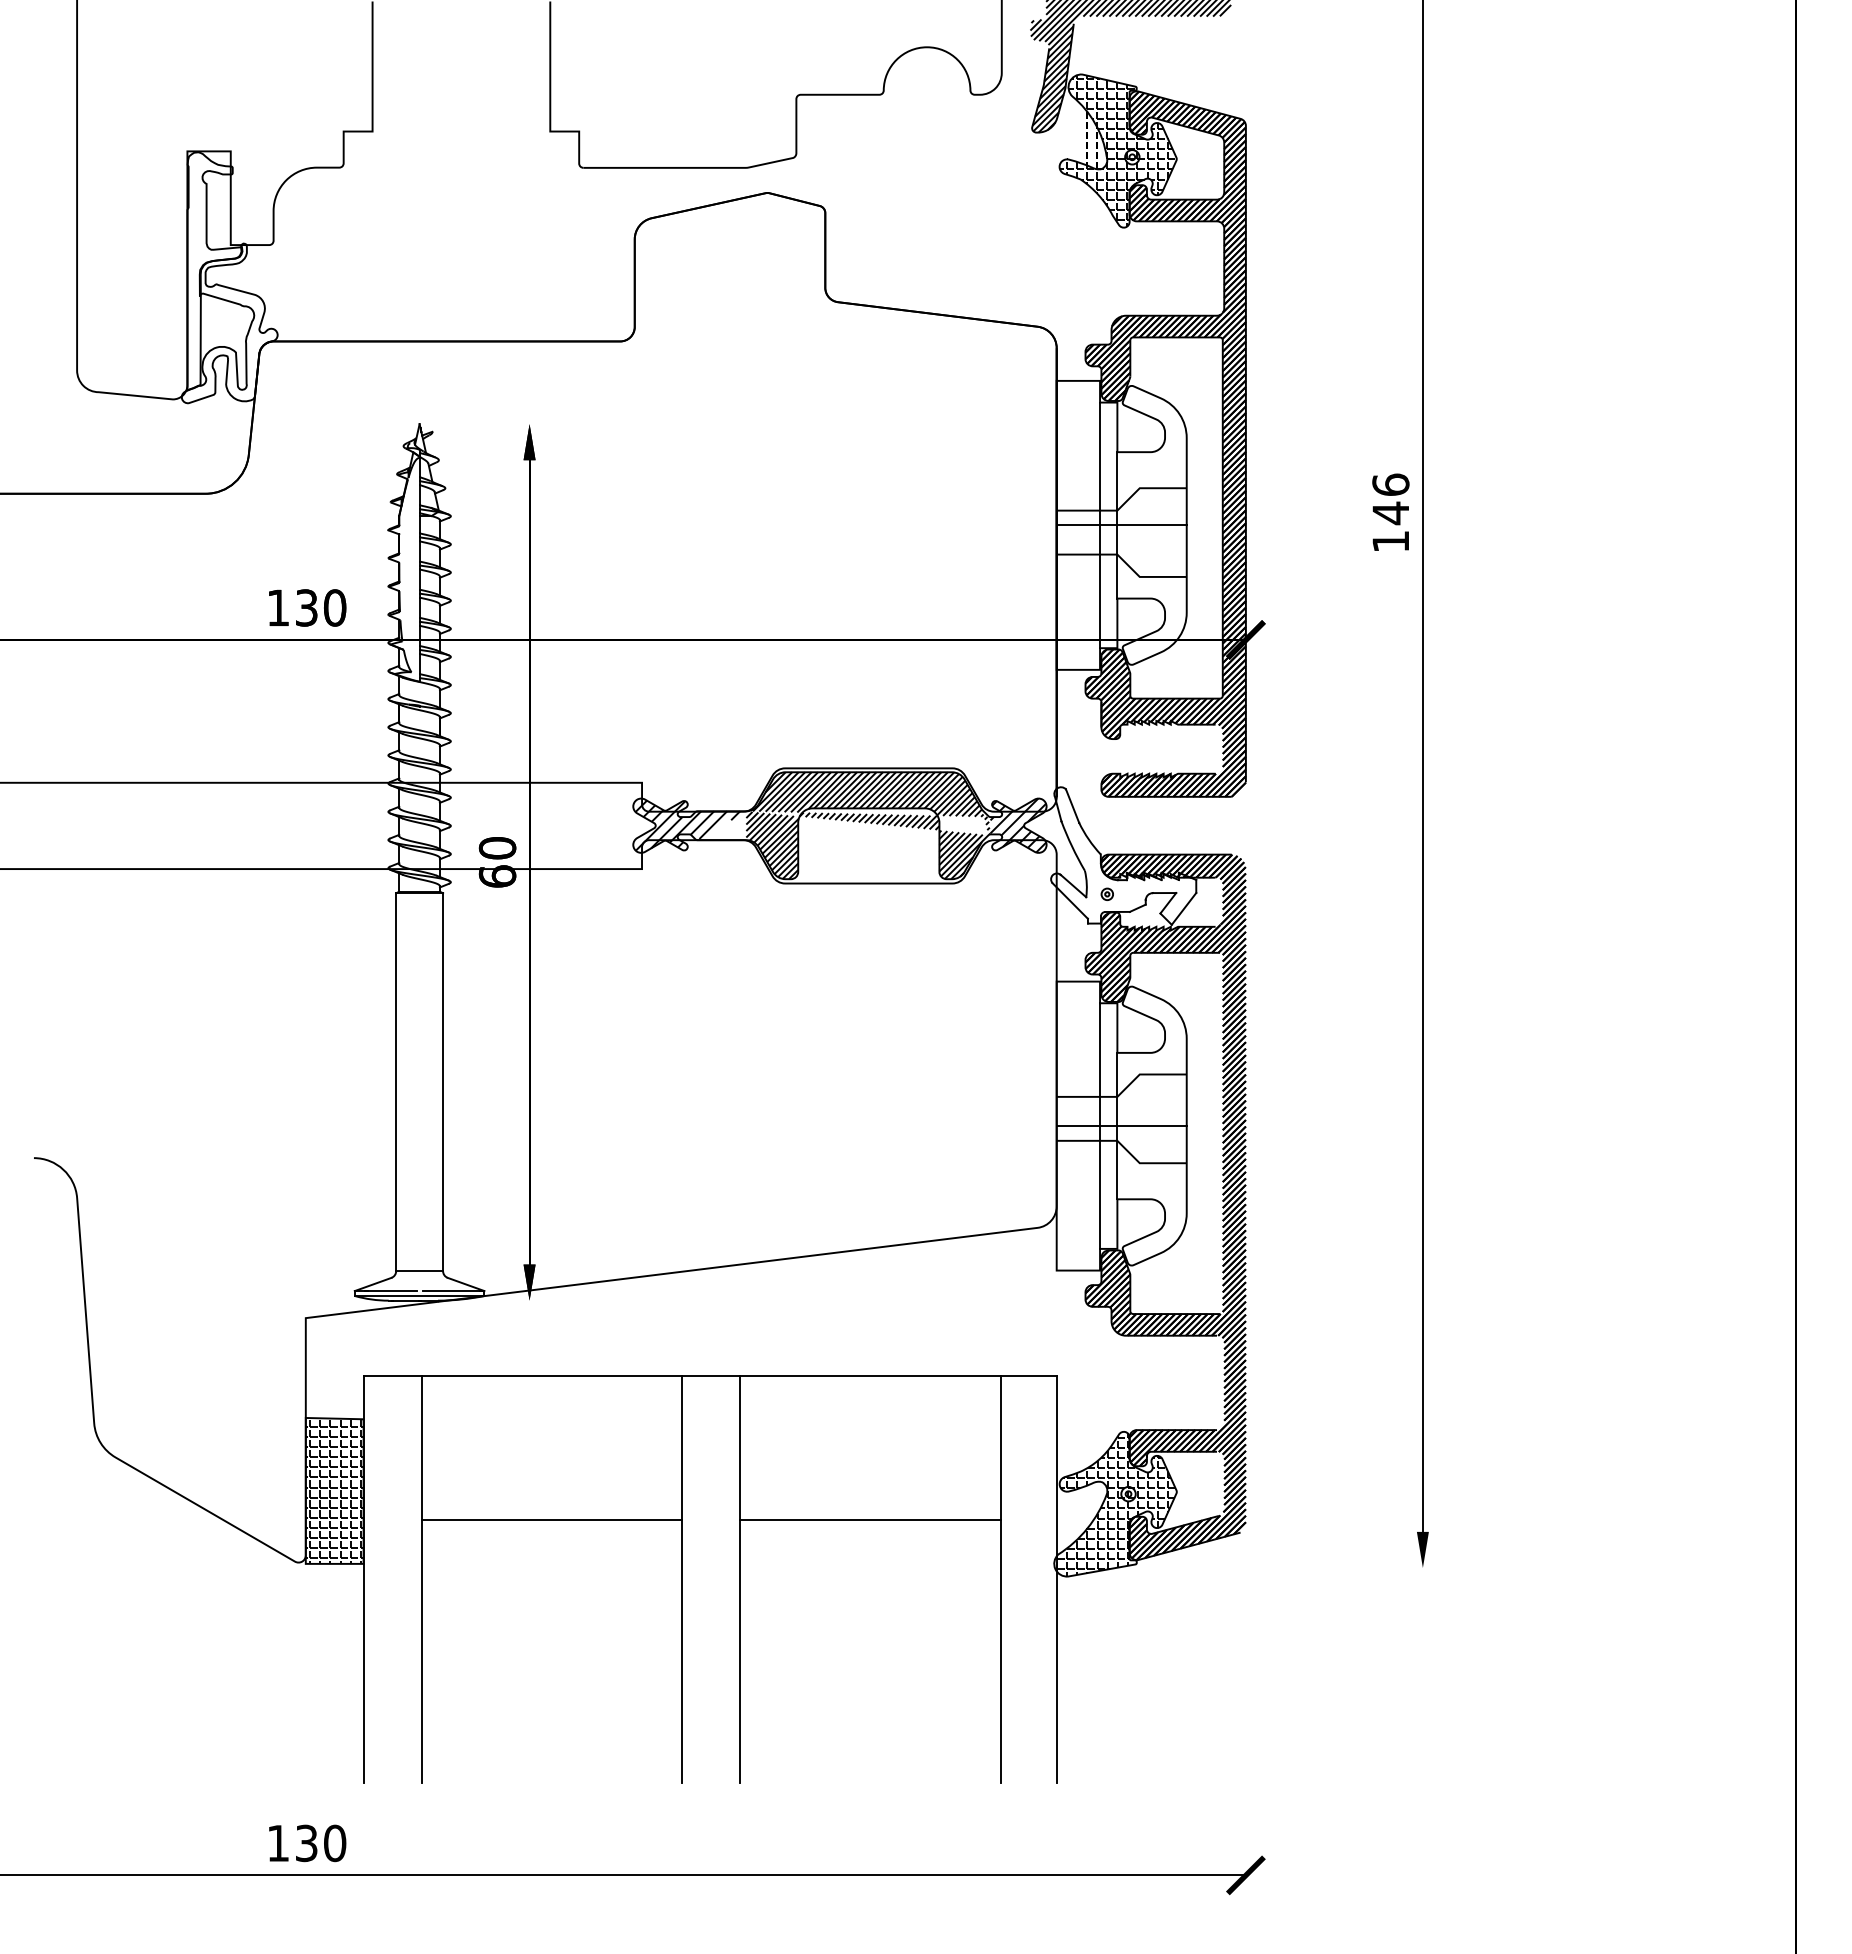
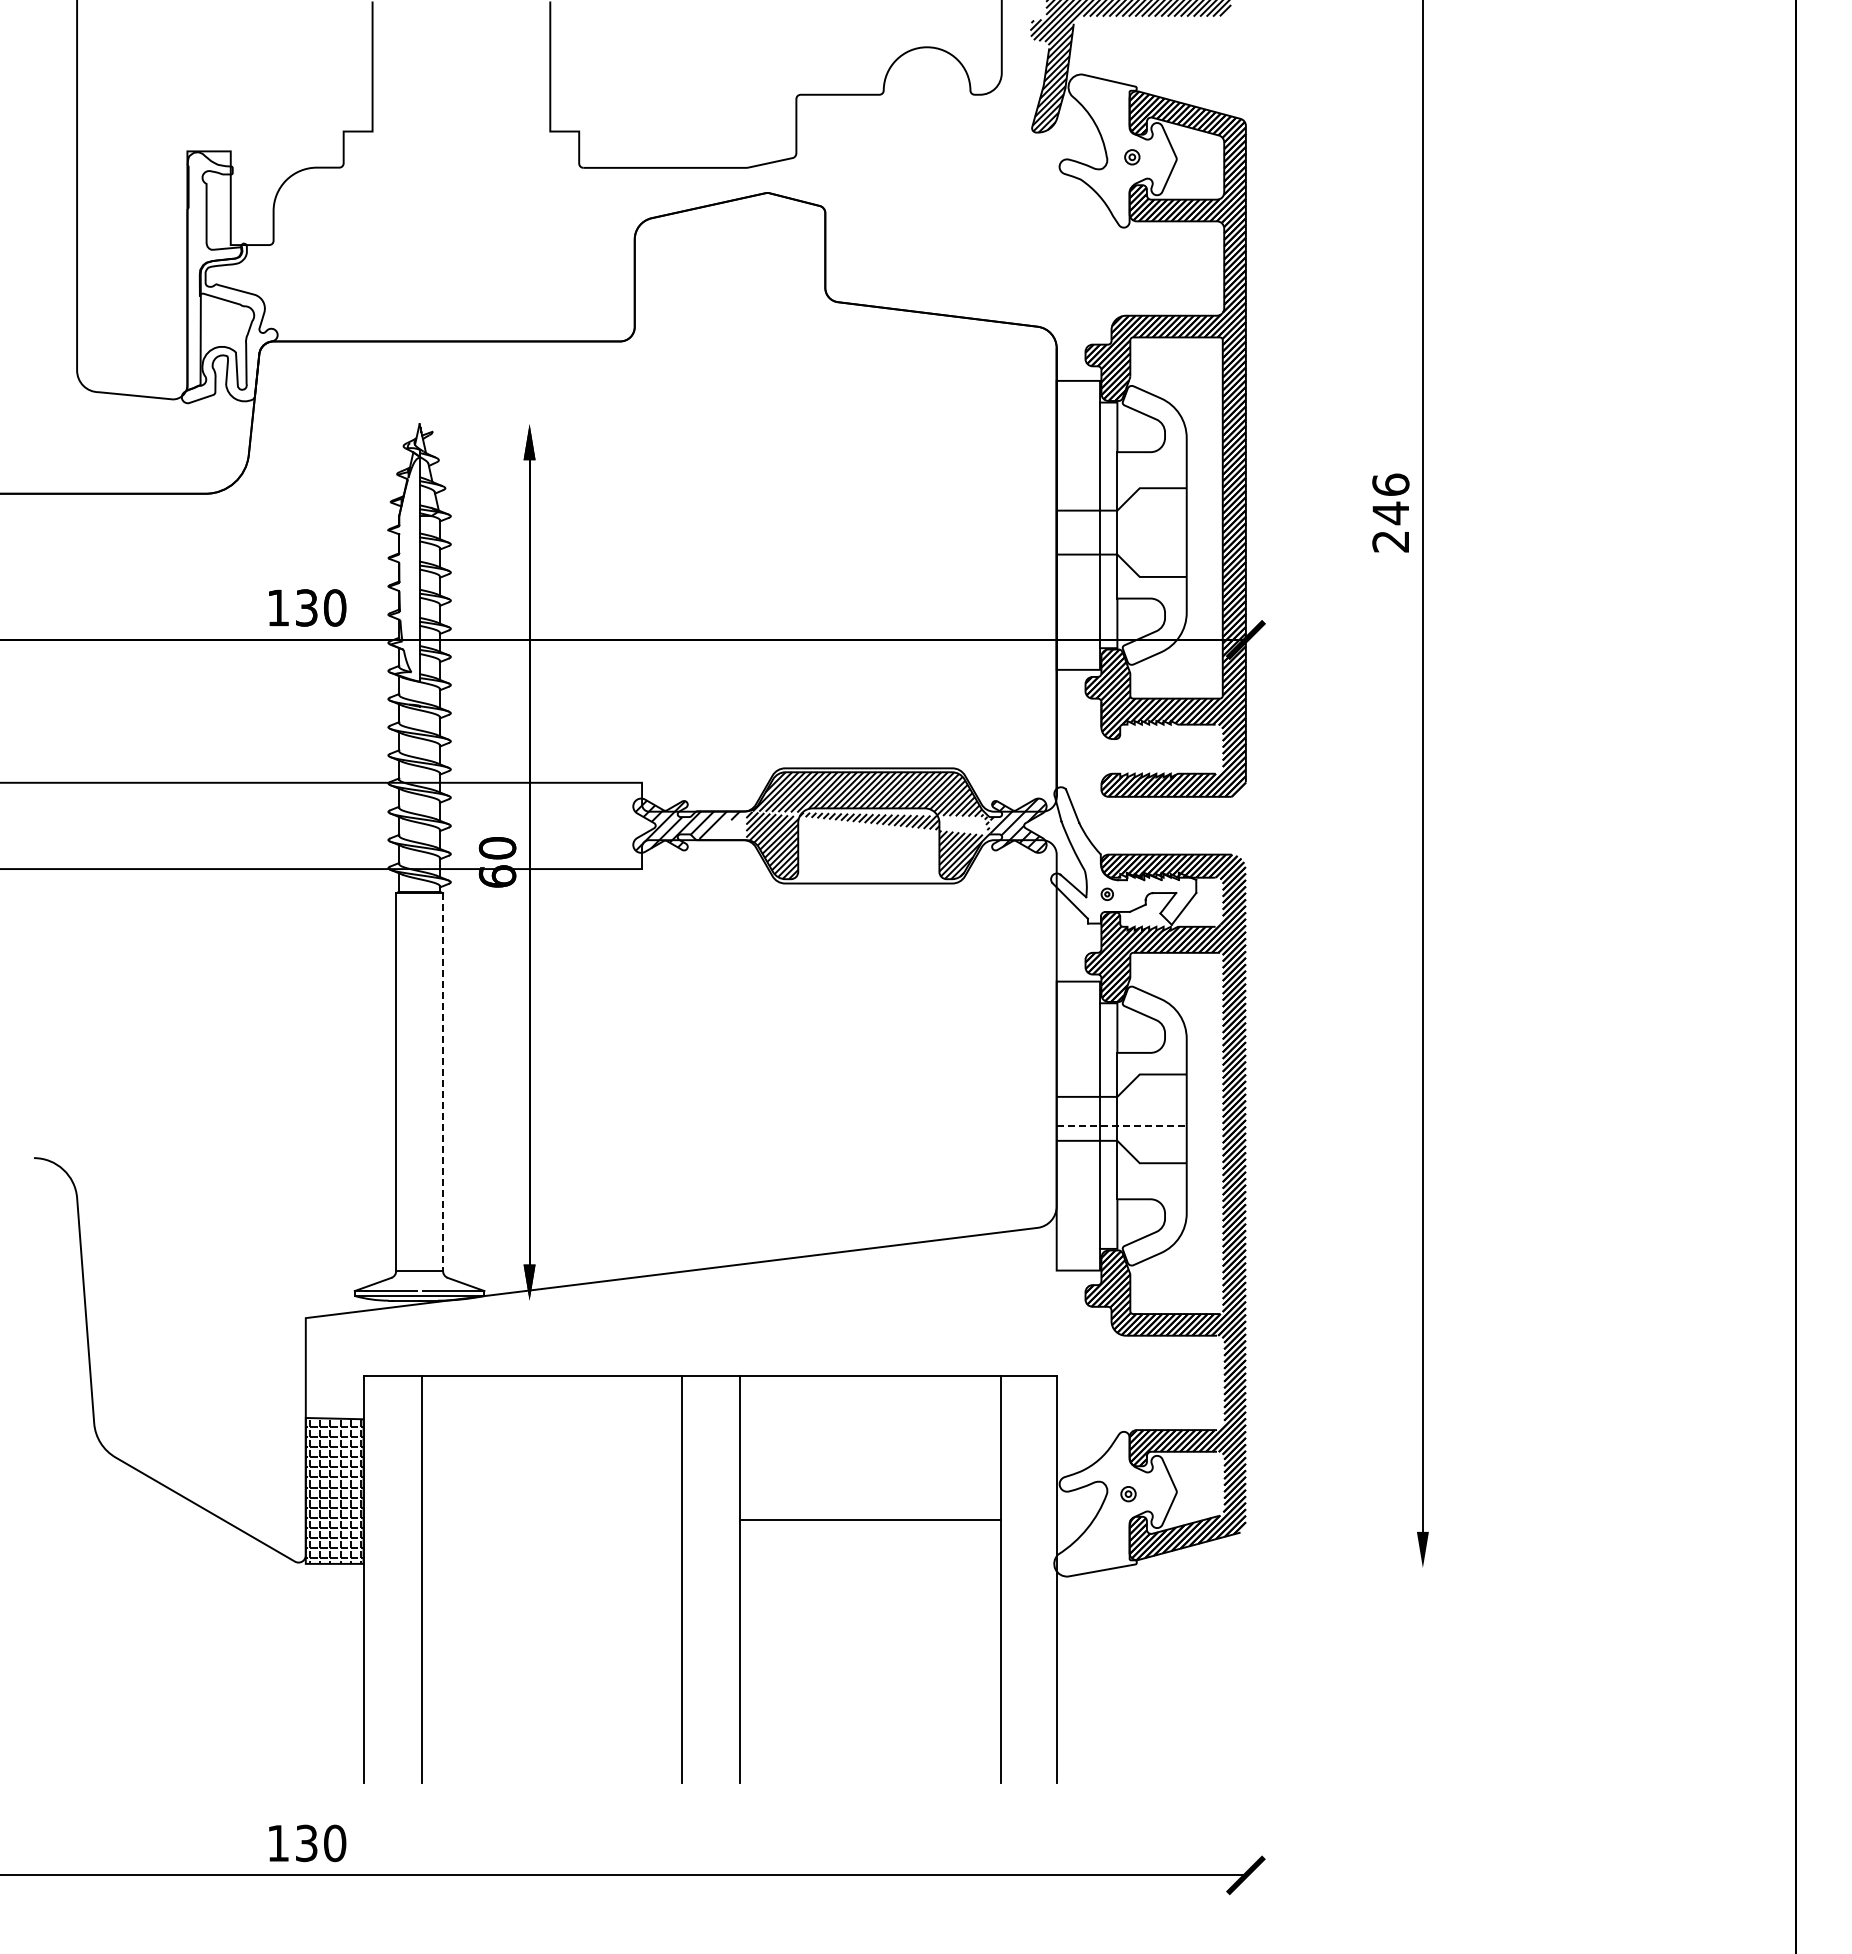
hatch at (1117, 150): present -> none
line at (1121, 525): present -> none
text at (1390, 541): 146 -> 246
line at (443, 1082): solid -> dashed
line at (1122, 1126): solid -> dashed
hatch at (1116, 1504): present -> none
line at (551, 1520): present -> none
